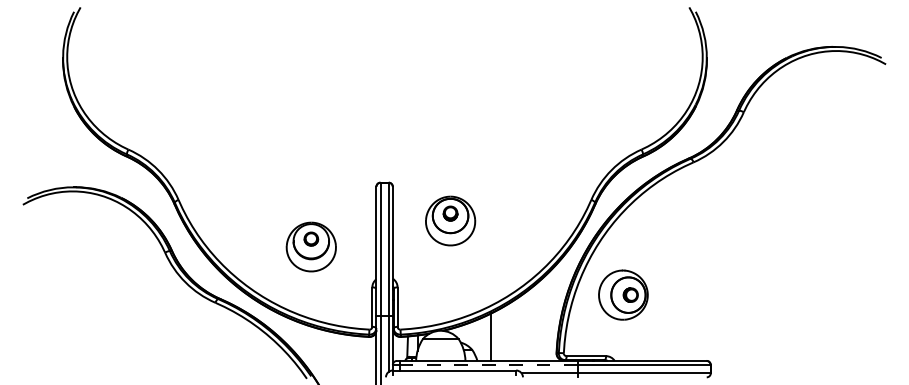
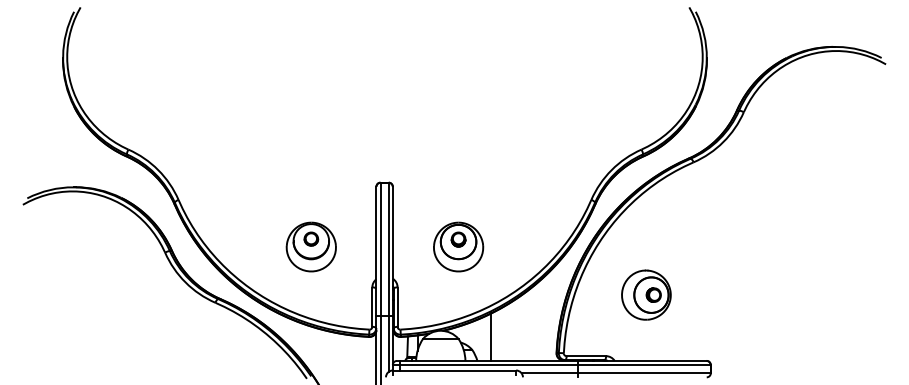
part at (450, 220) position: (450, 220) -> (458, 246)
part at (623, 294) position: (623, 294) -> (646, 294)
line at (488, 365): dashed -> solid
